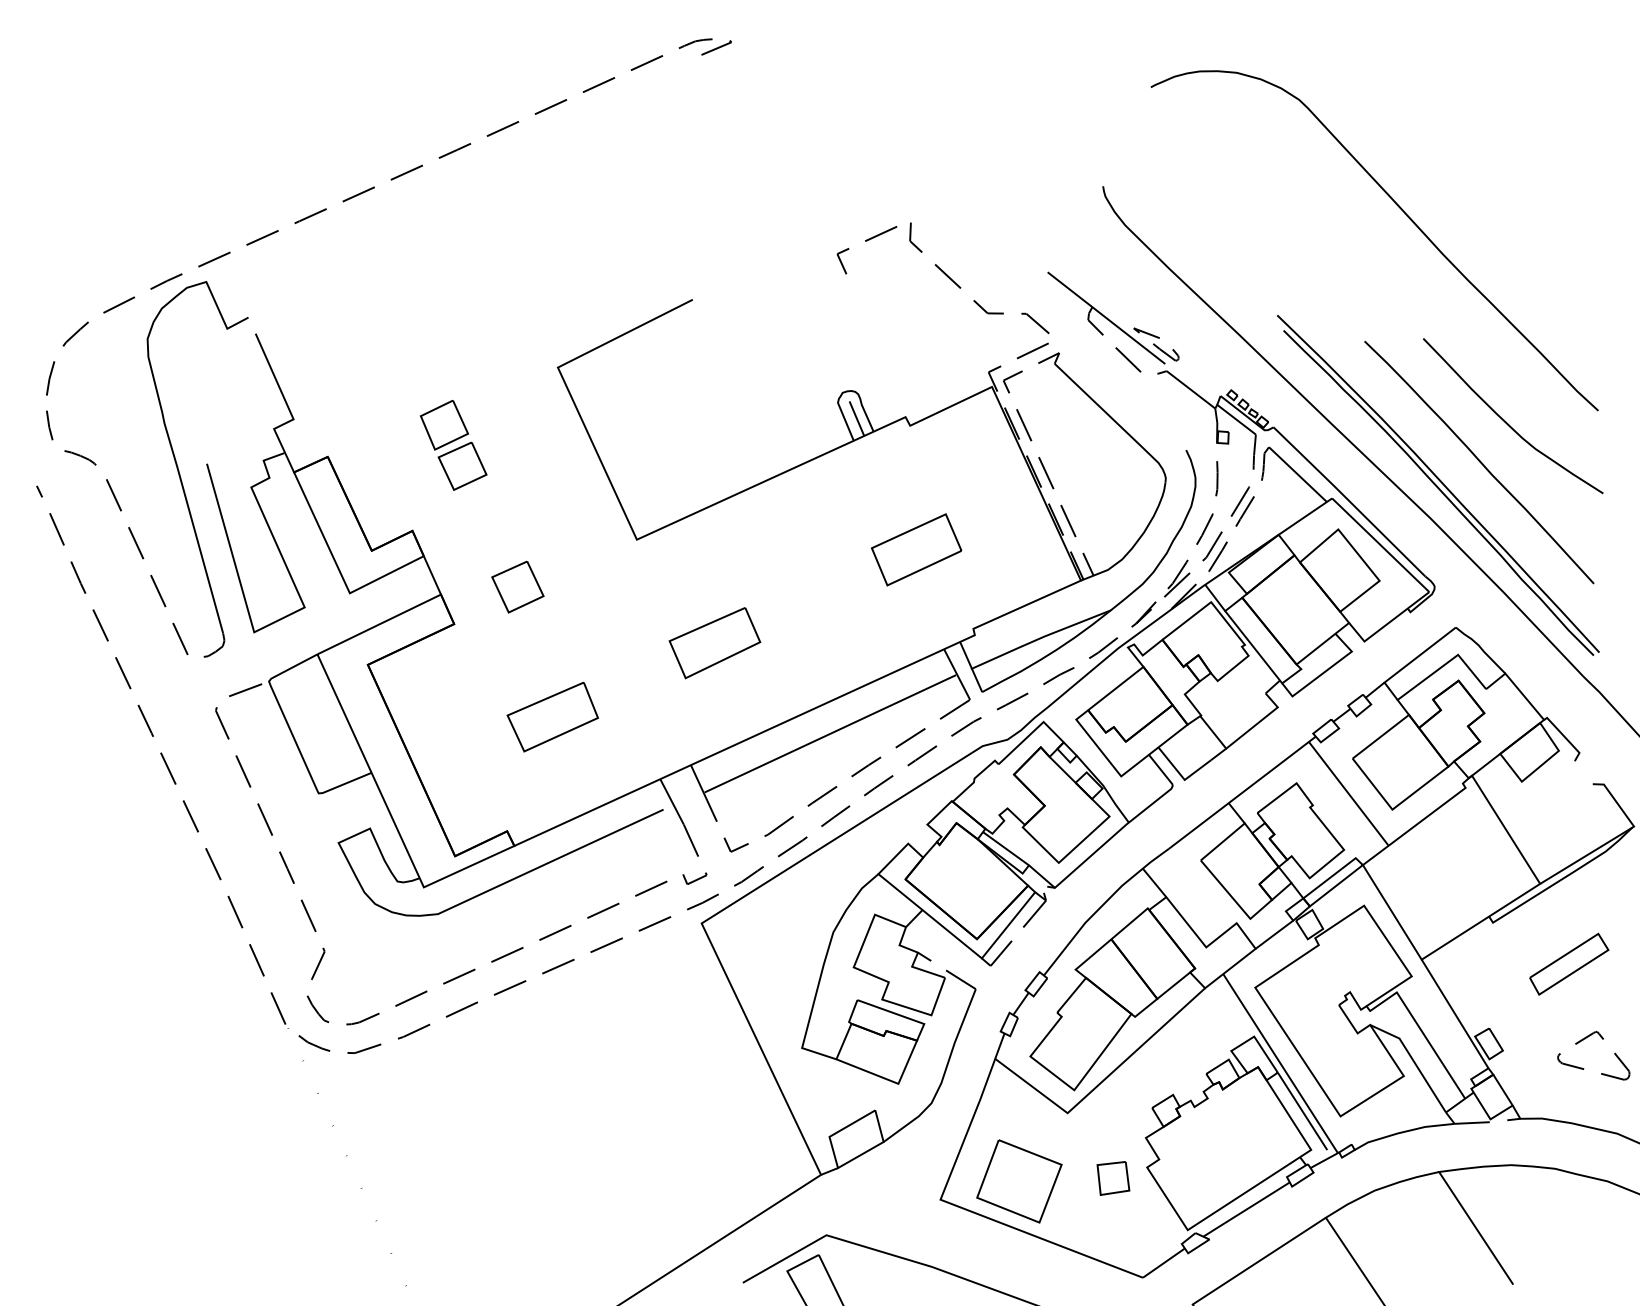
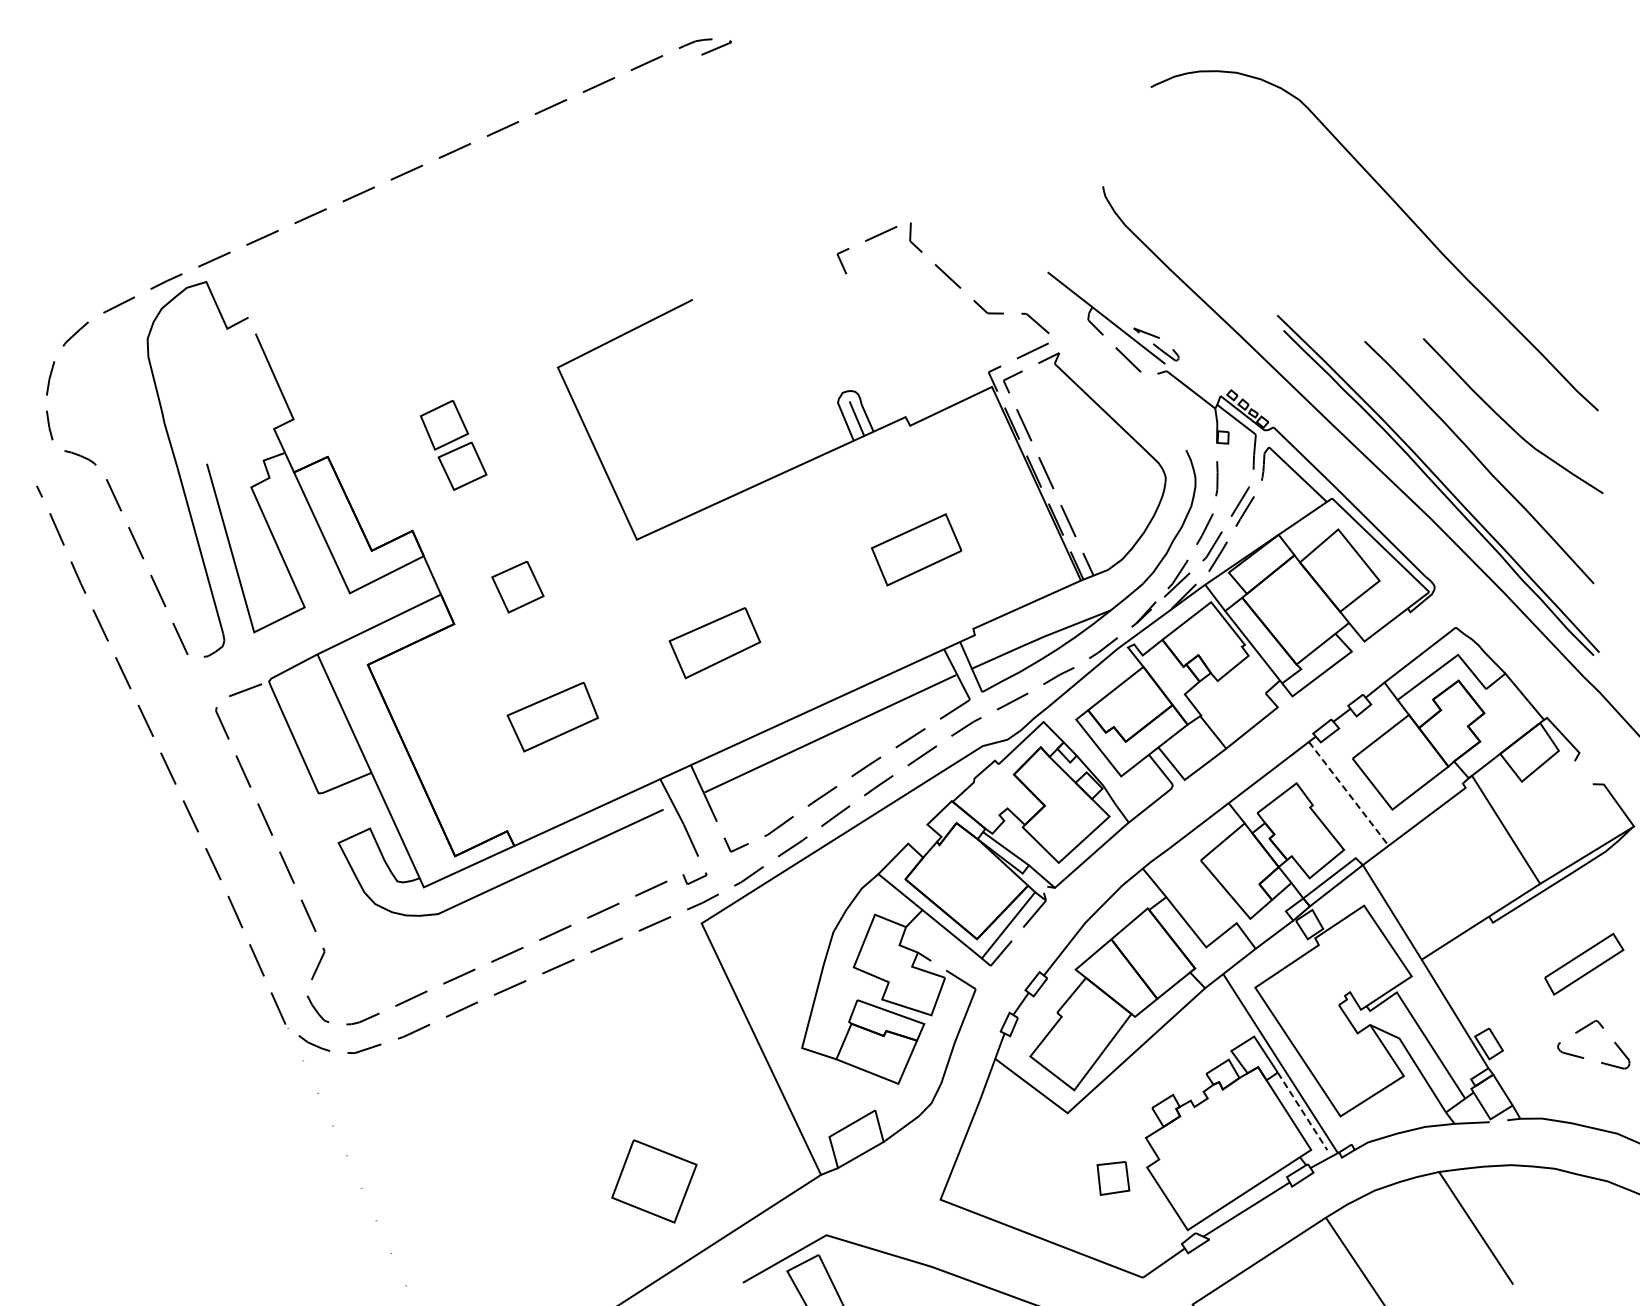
line at (1349, 794): solid -> dashed
part at (1569, 963) position: (1569, 963) -> (1584, 963)
part at (1584, 1068) position: (1584, 1068) -> (1584, 1057)
line at (1302, 1111): solid -> dashed
part at (1019, 1181) position: (1019, 1181) -> (654, 1181)
